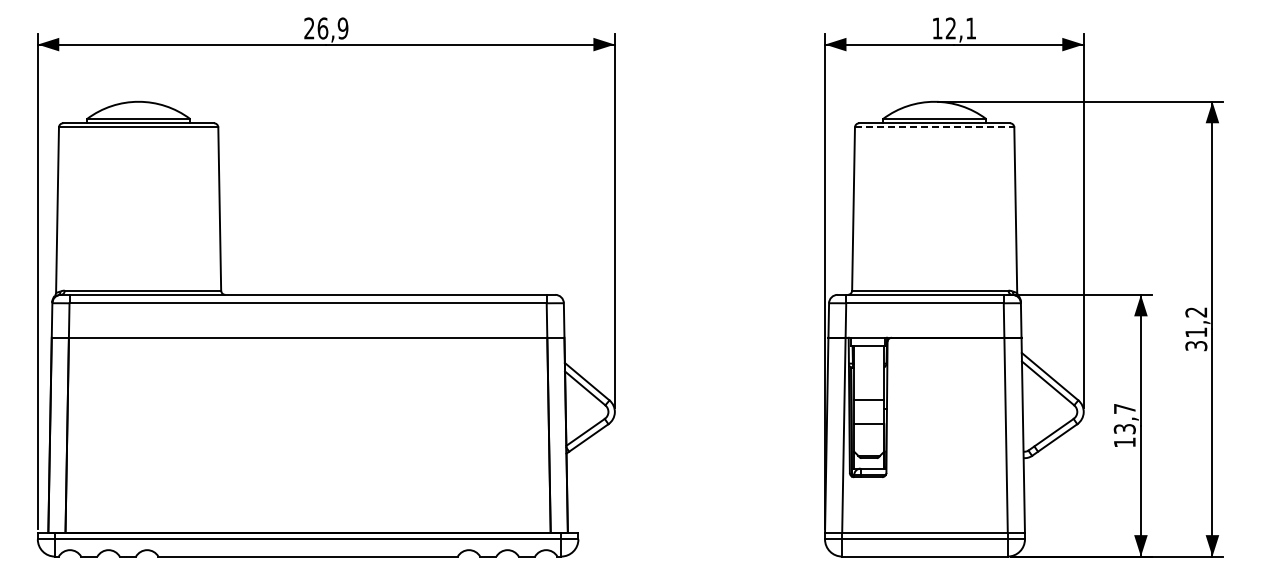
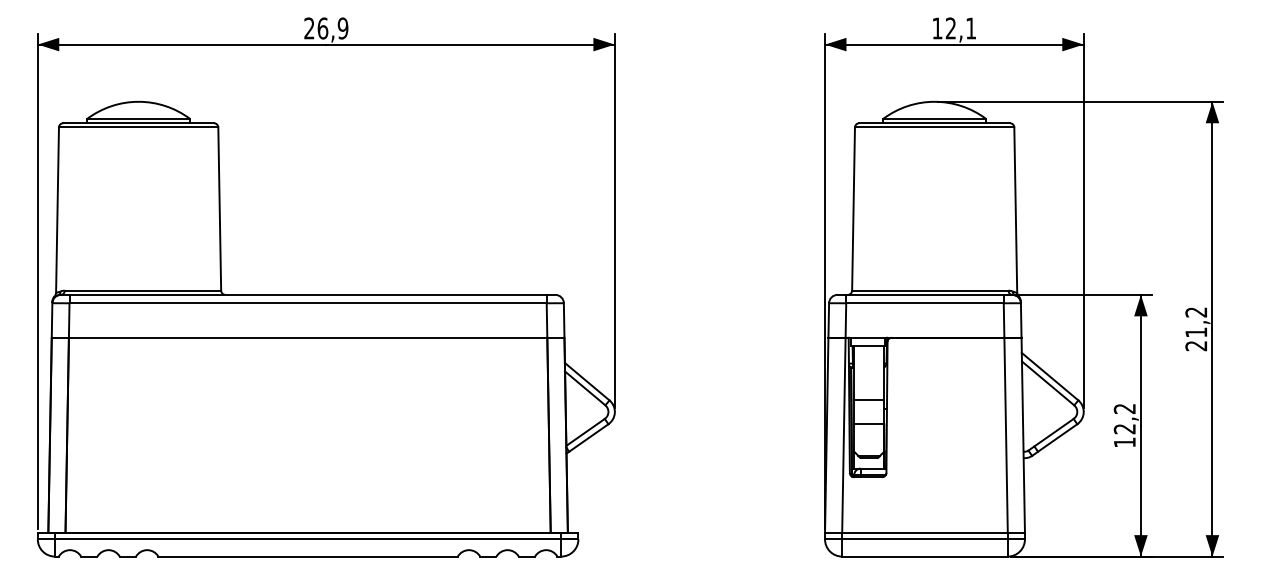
line at (934, 127): dashed -> solid
text at (1196, 346): 31,2 -> 21,2
text at (1124, 419): 13,7 -> 12,2
